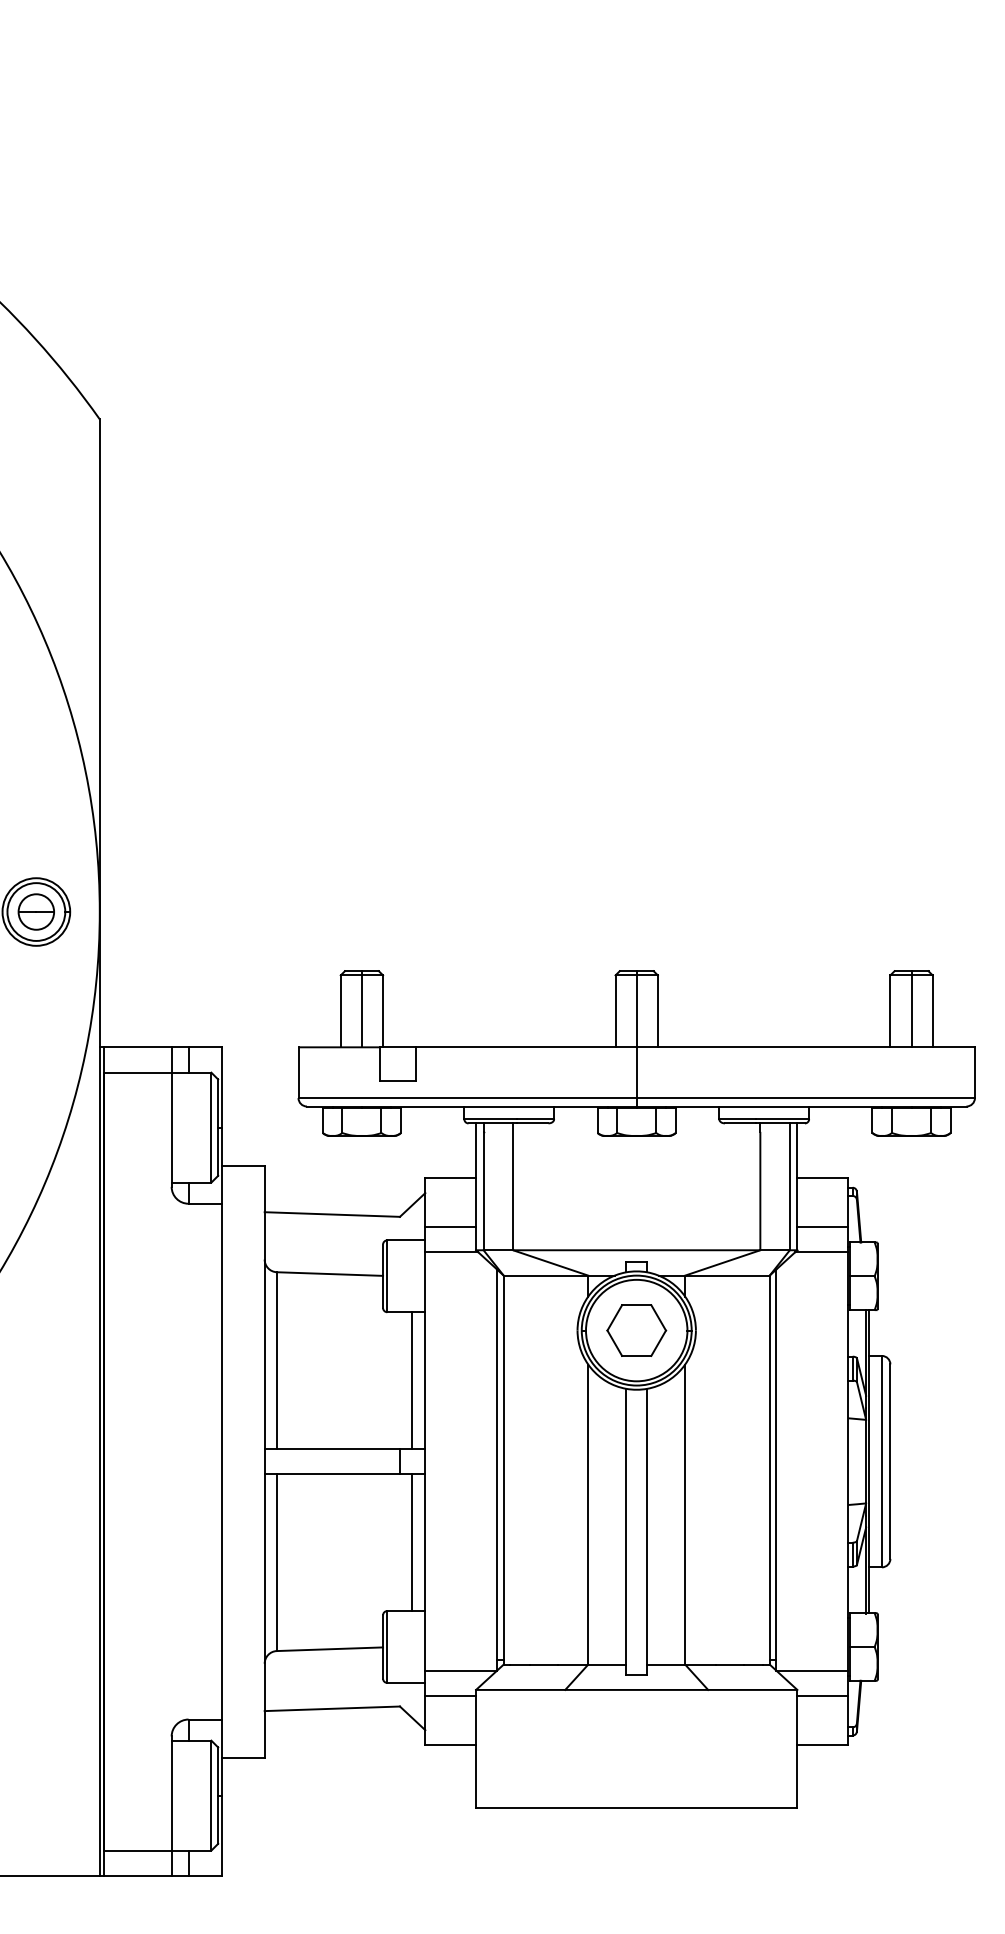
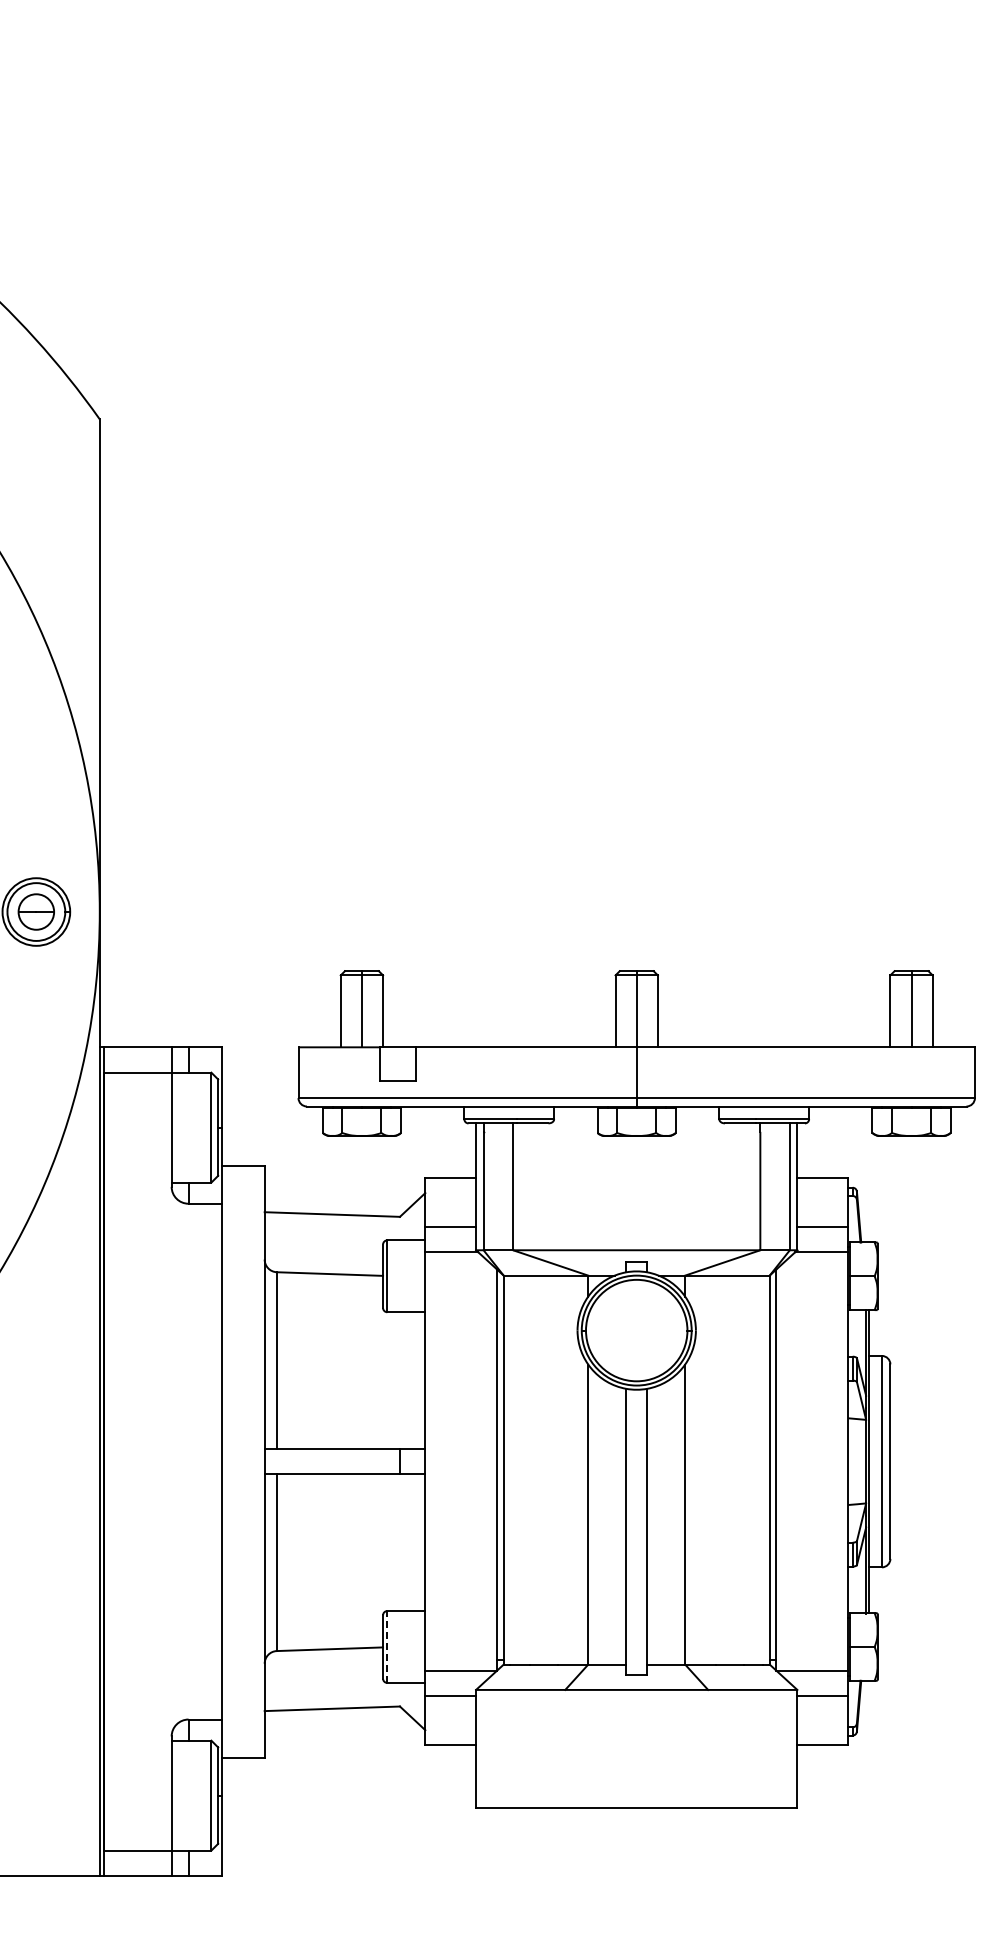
part at (636, 1330): present -> none
line at (412, 1380): present -> none
line at (412, 1542): present -> none
line at (387, 1647): solid -> dashed
